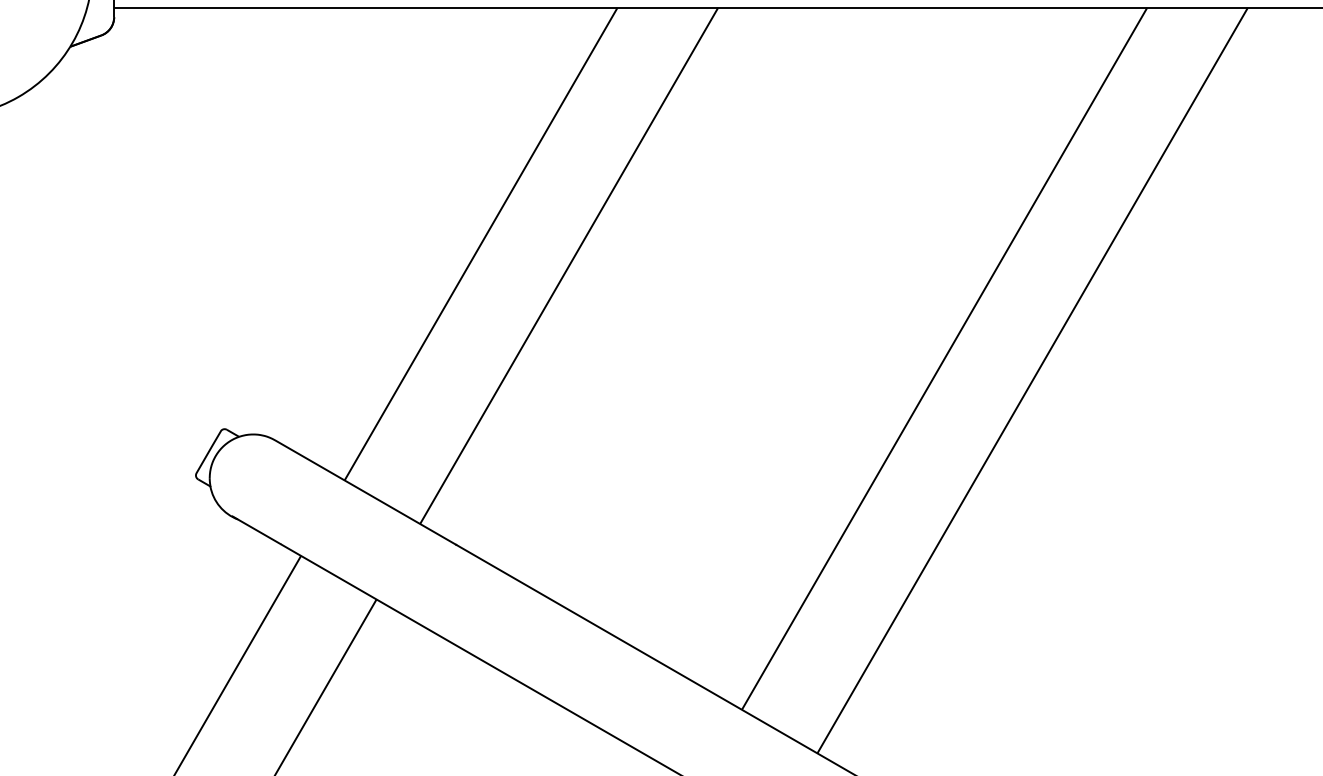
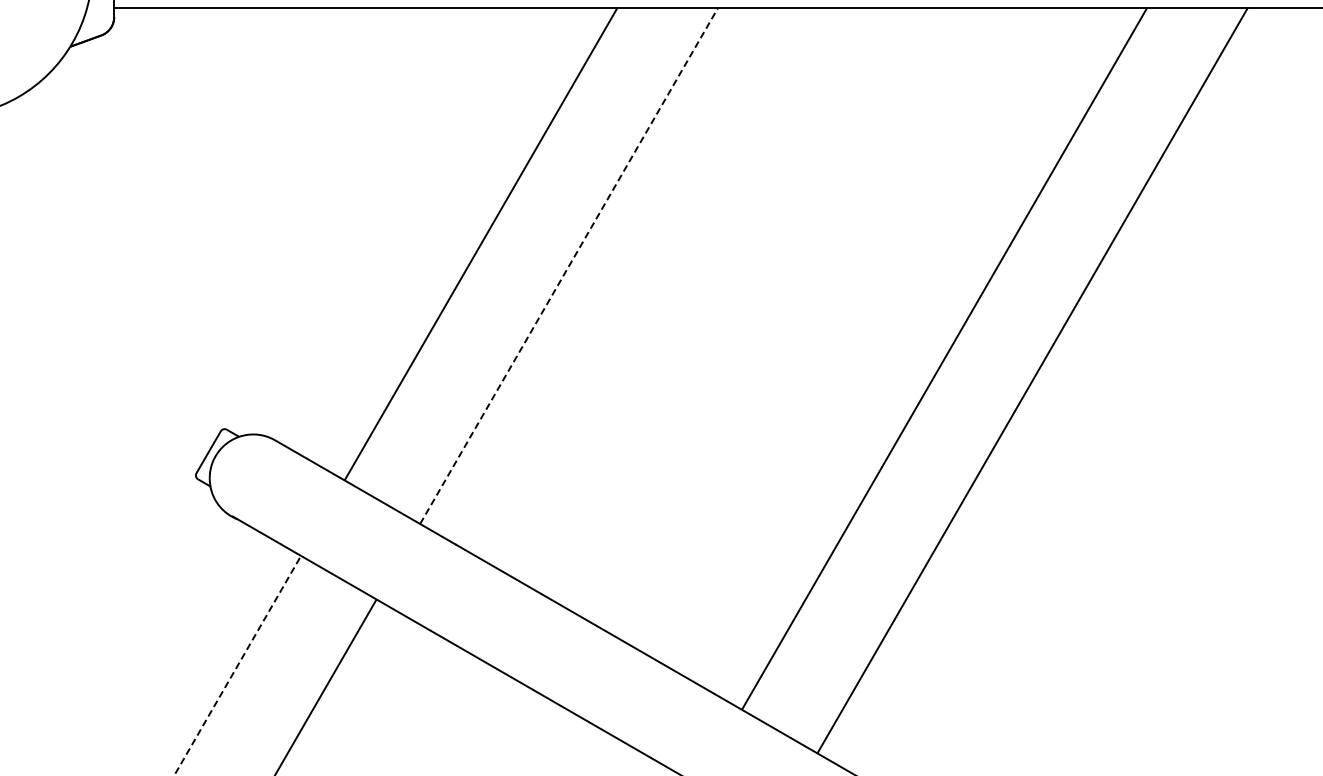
line at (569, 266): solid -> dashed
line at (237, 665): solid -> dashed
